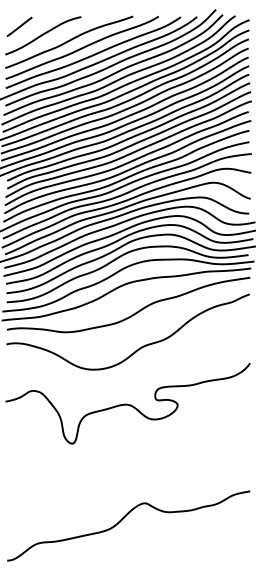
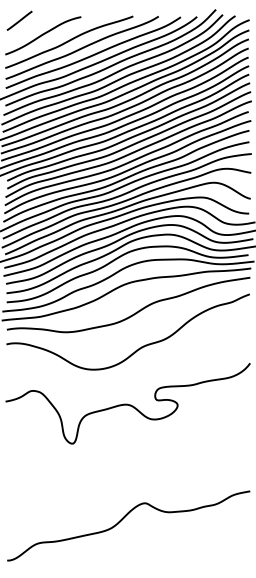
line at (19, 26) position: (19, 26) -> (19, 20)
